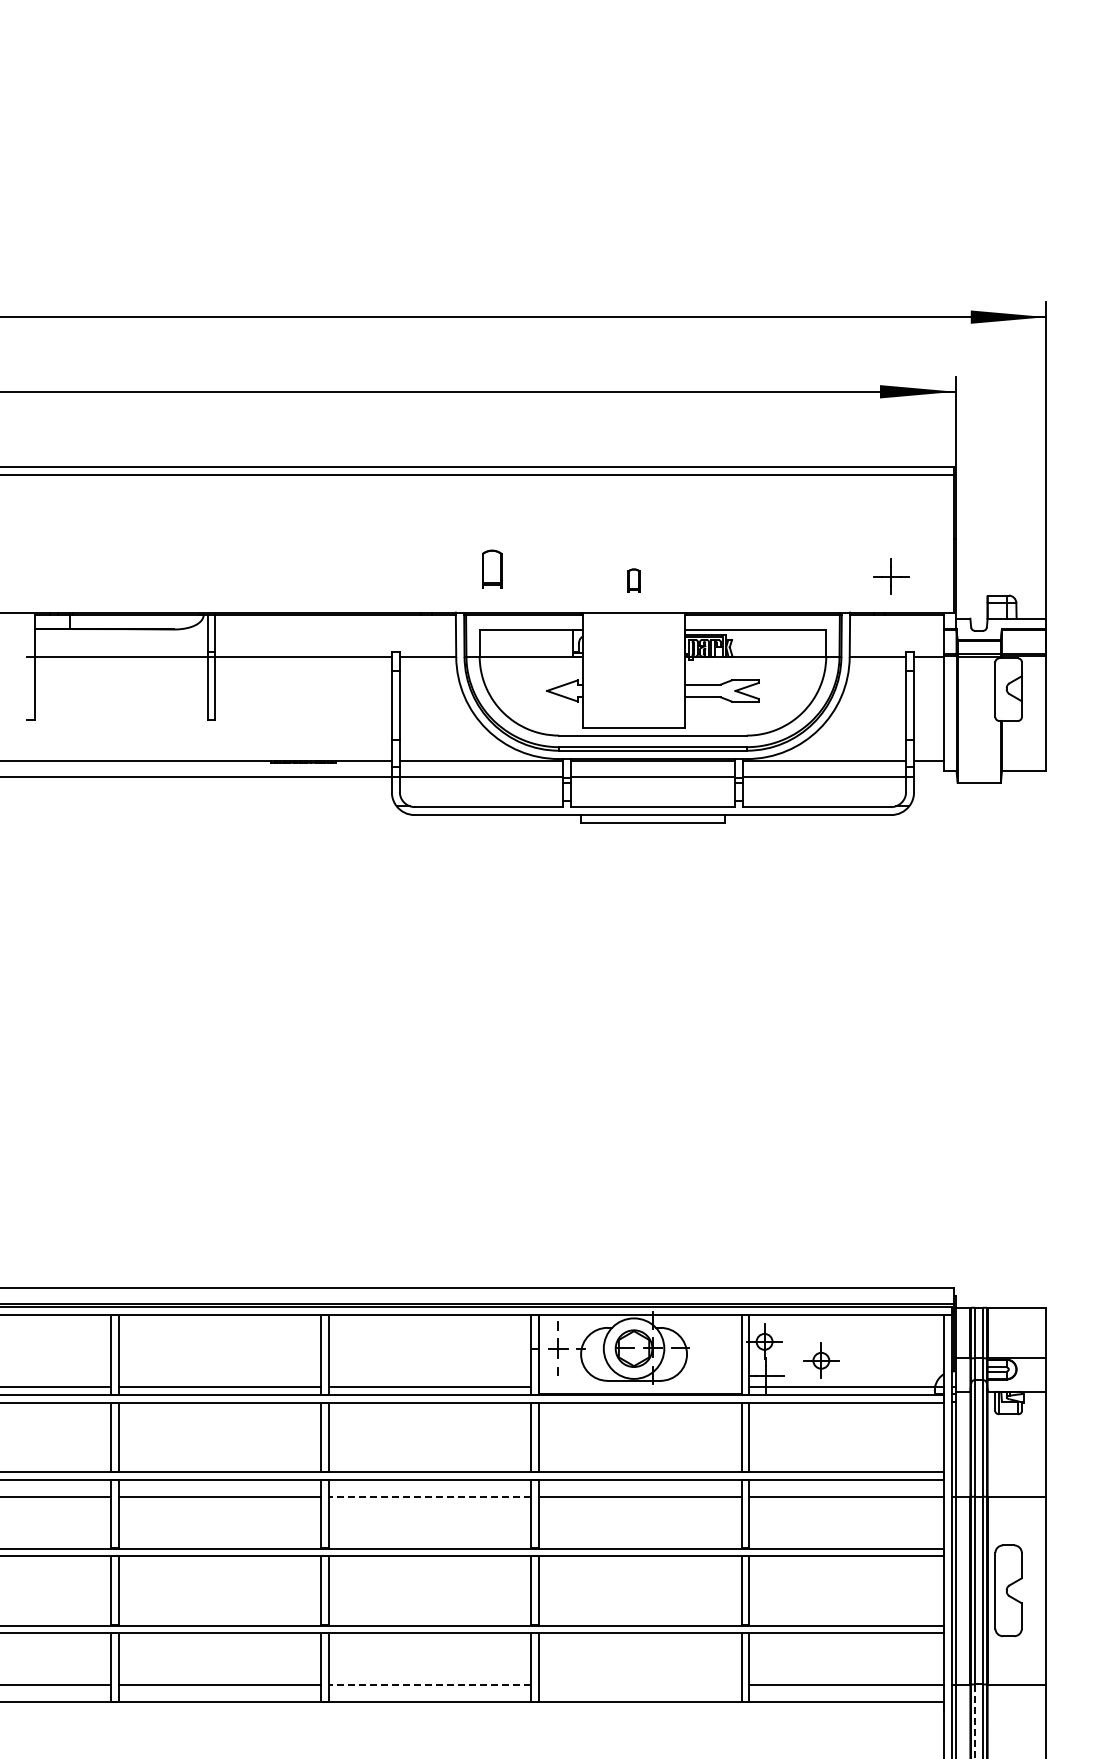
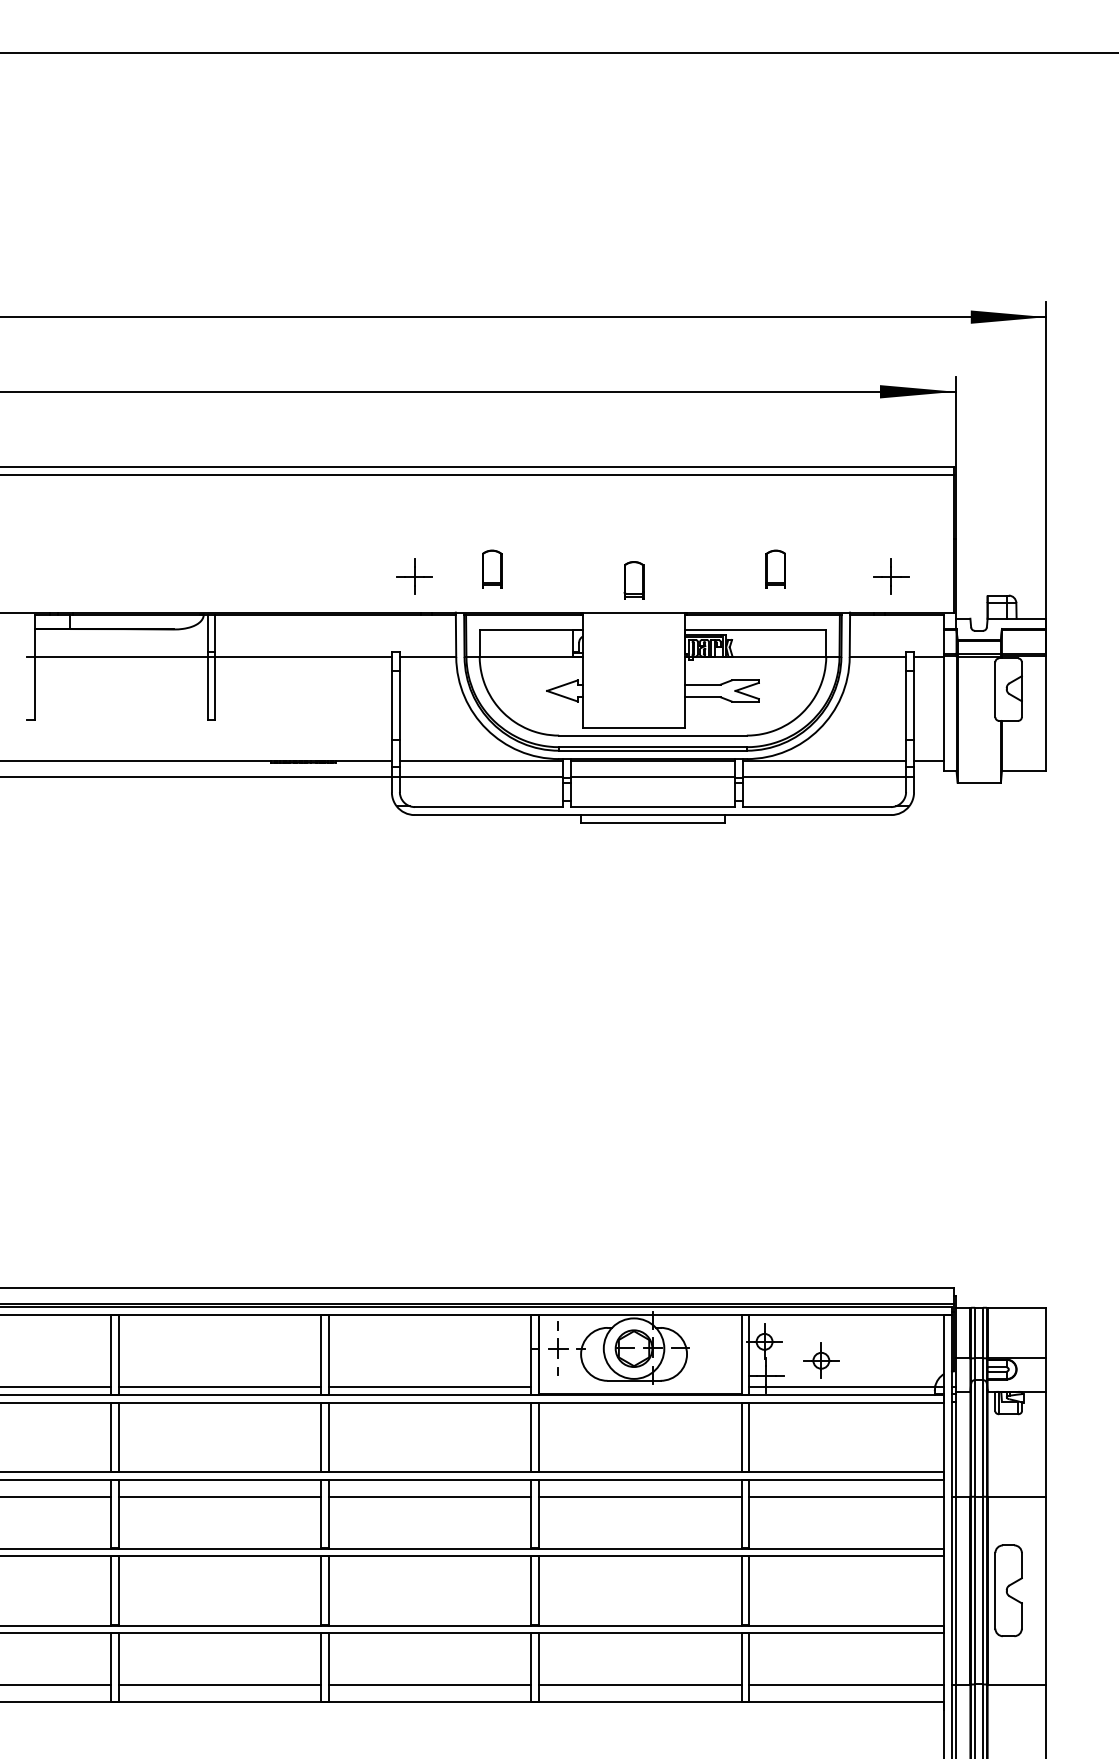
line at (558, 52): none -> present
part at (775, 568): none -> present
part at (414, 576): none -> present
part at (633, 580) size: 14x25 px -> 22x39 px
line at (429, 1496): dashed -> solid
line at (429, 1684): dashed -> solid
line at (640, 1684): none -> present
line at (975, 1721): dashed -> solid
